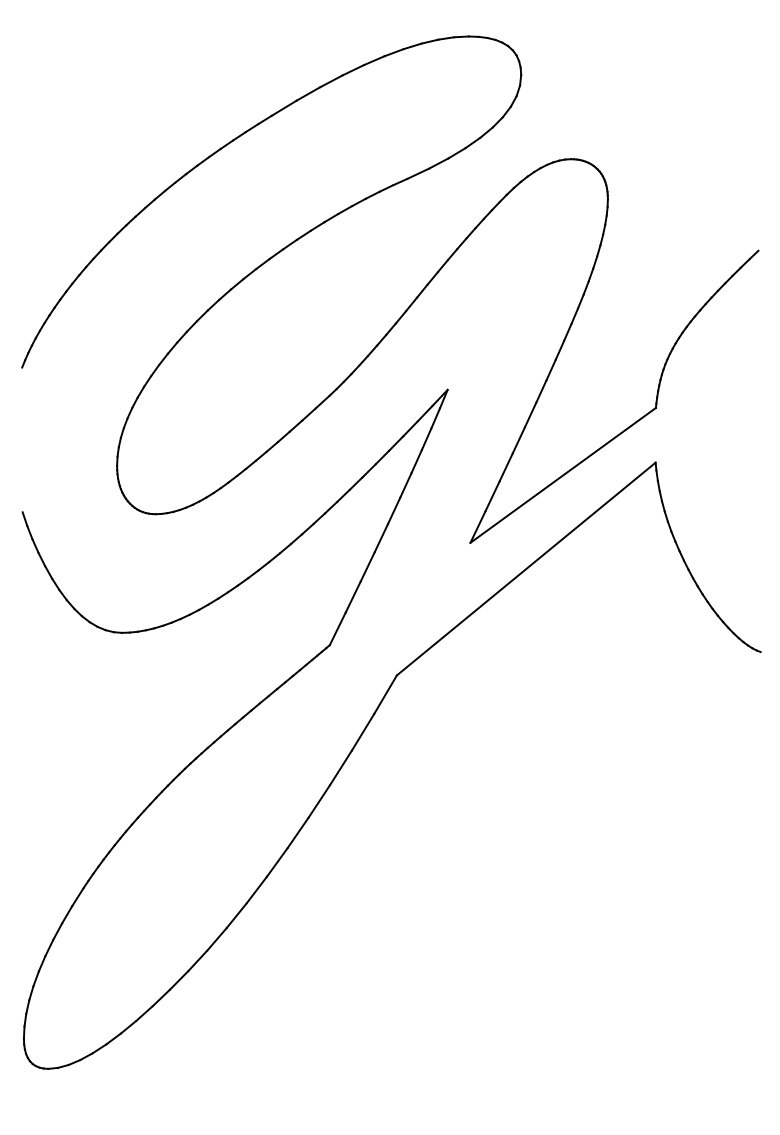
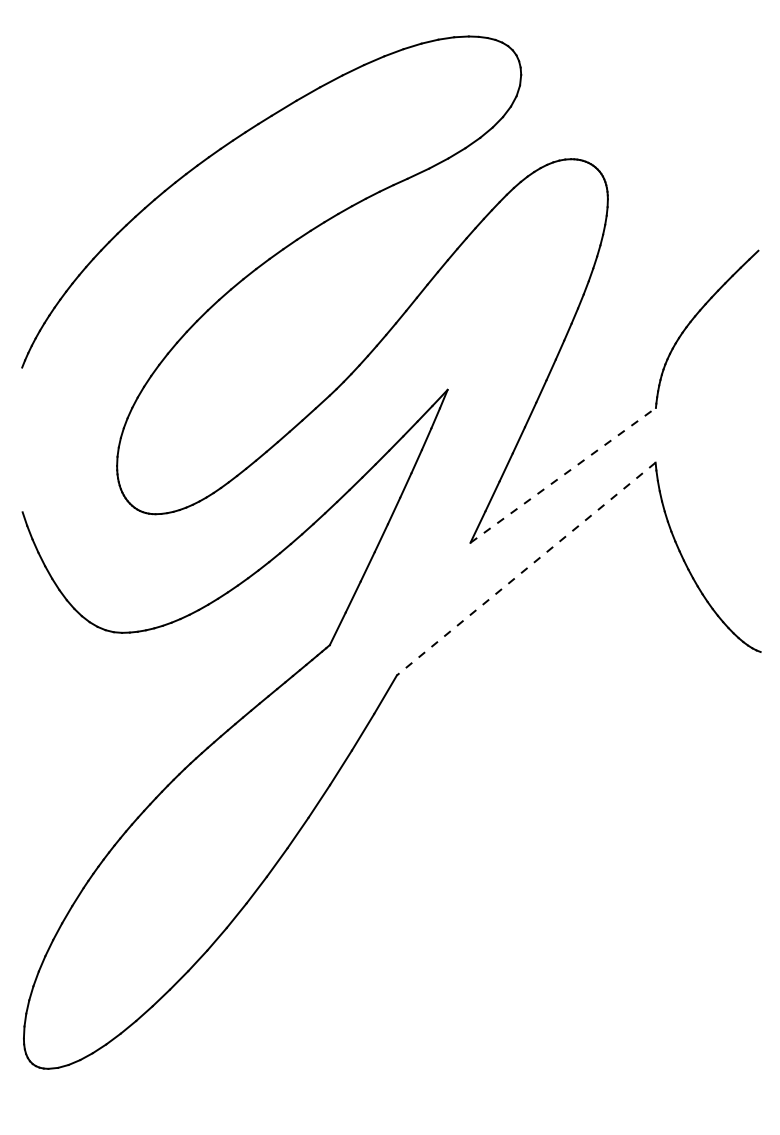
line at (563, 475): solid -> dashed
line at (525, 569): solid -> dashed
